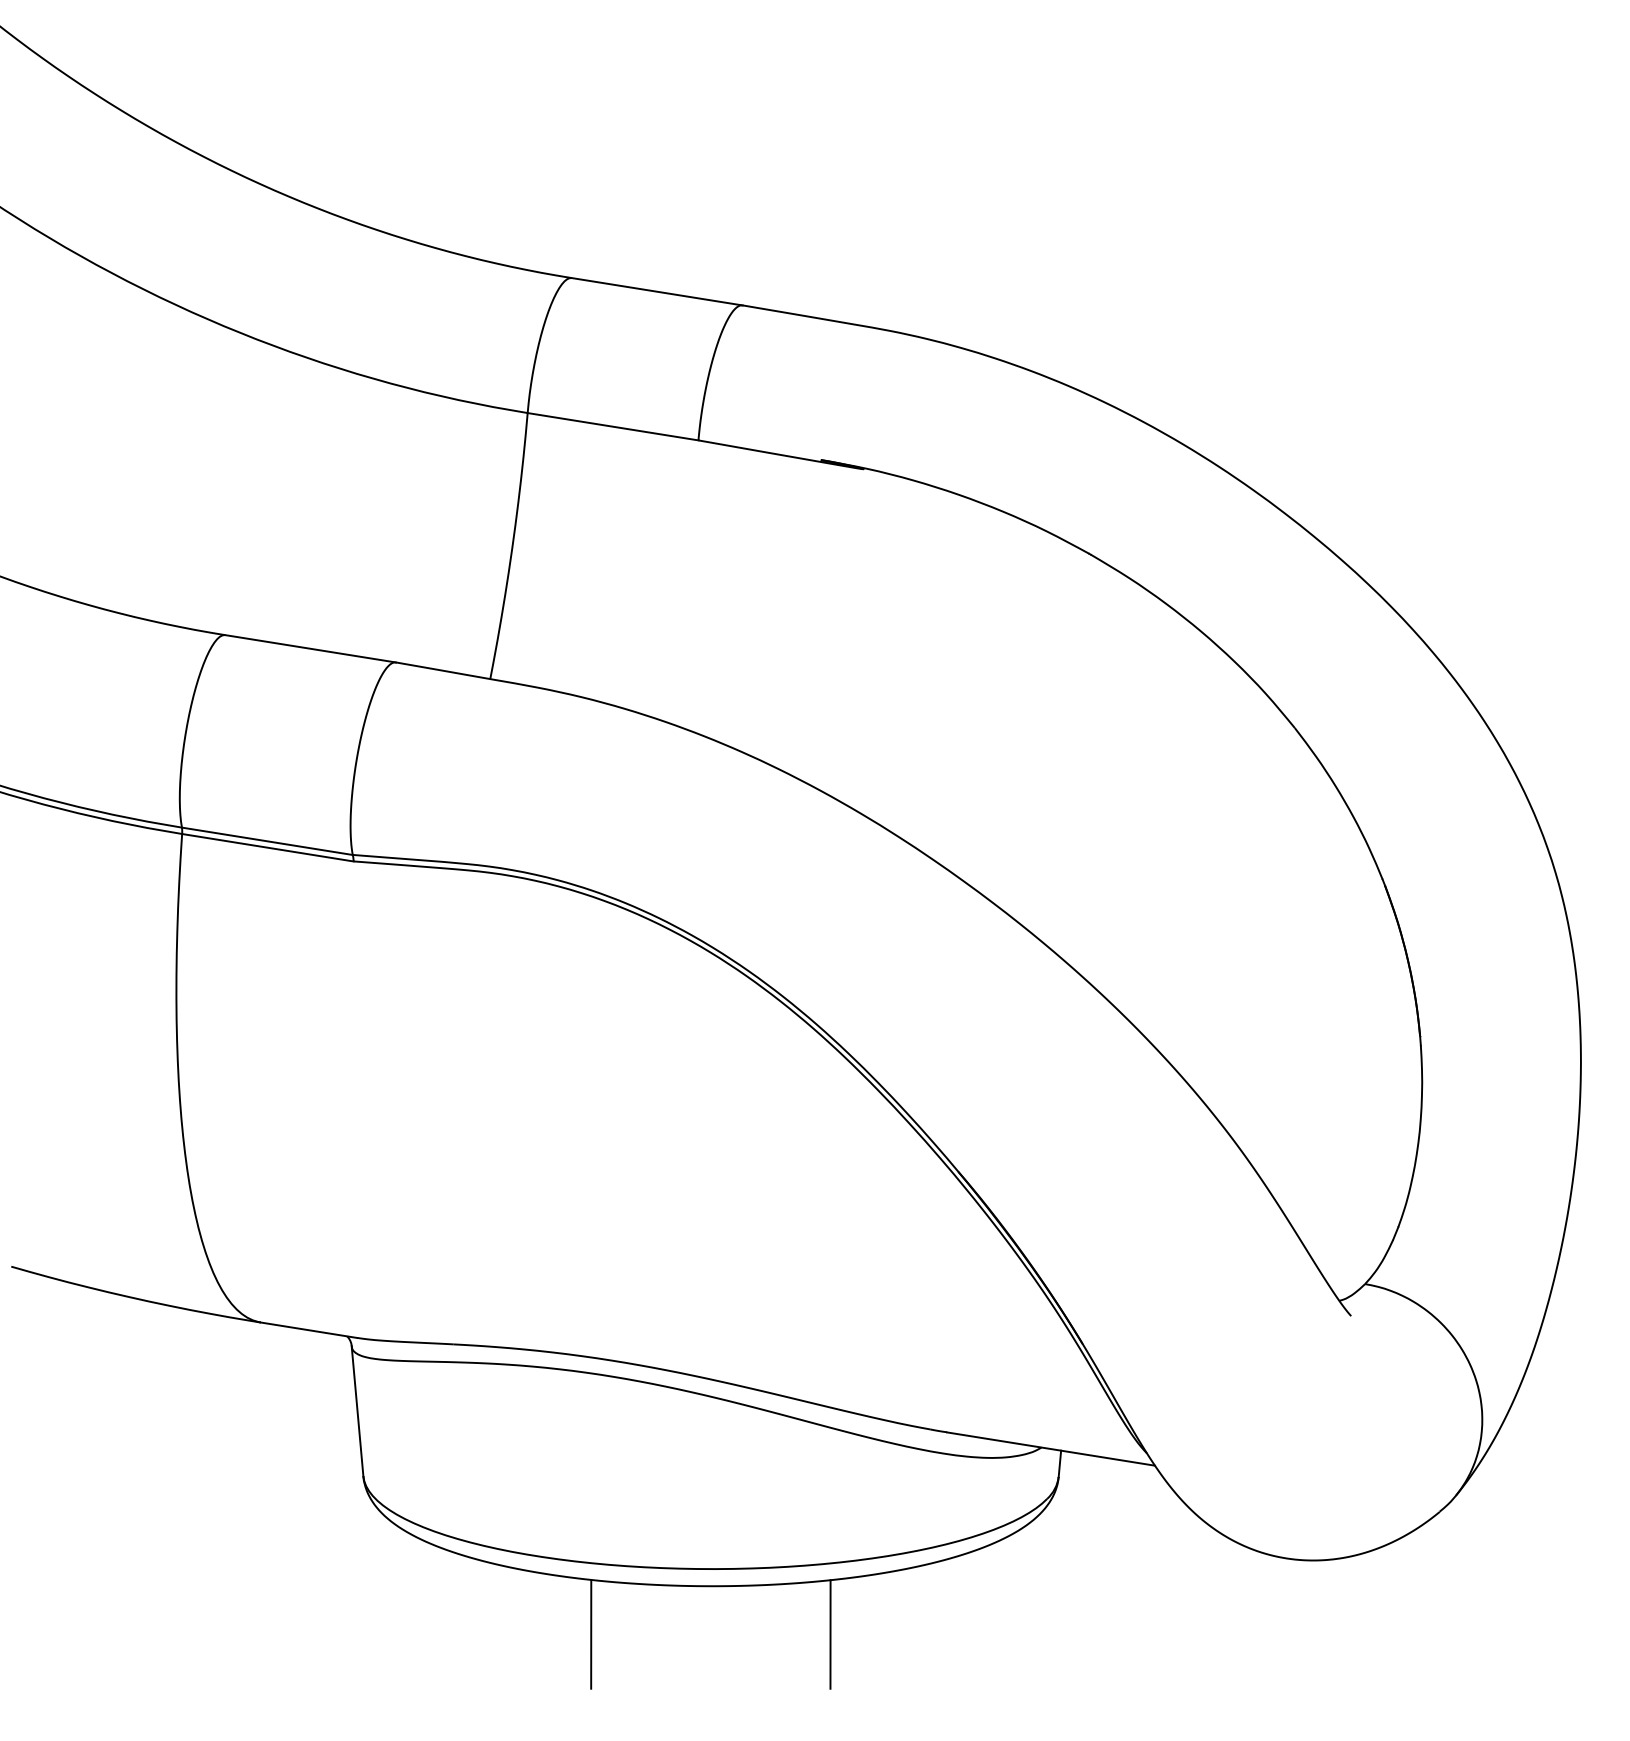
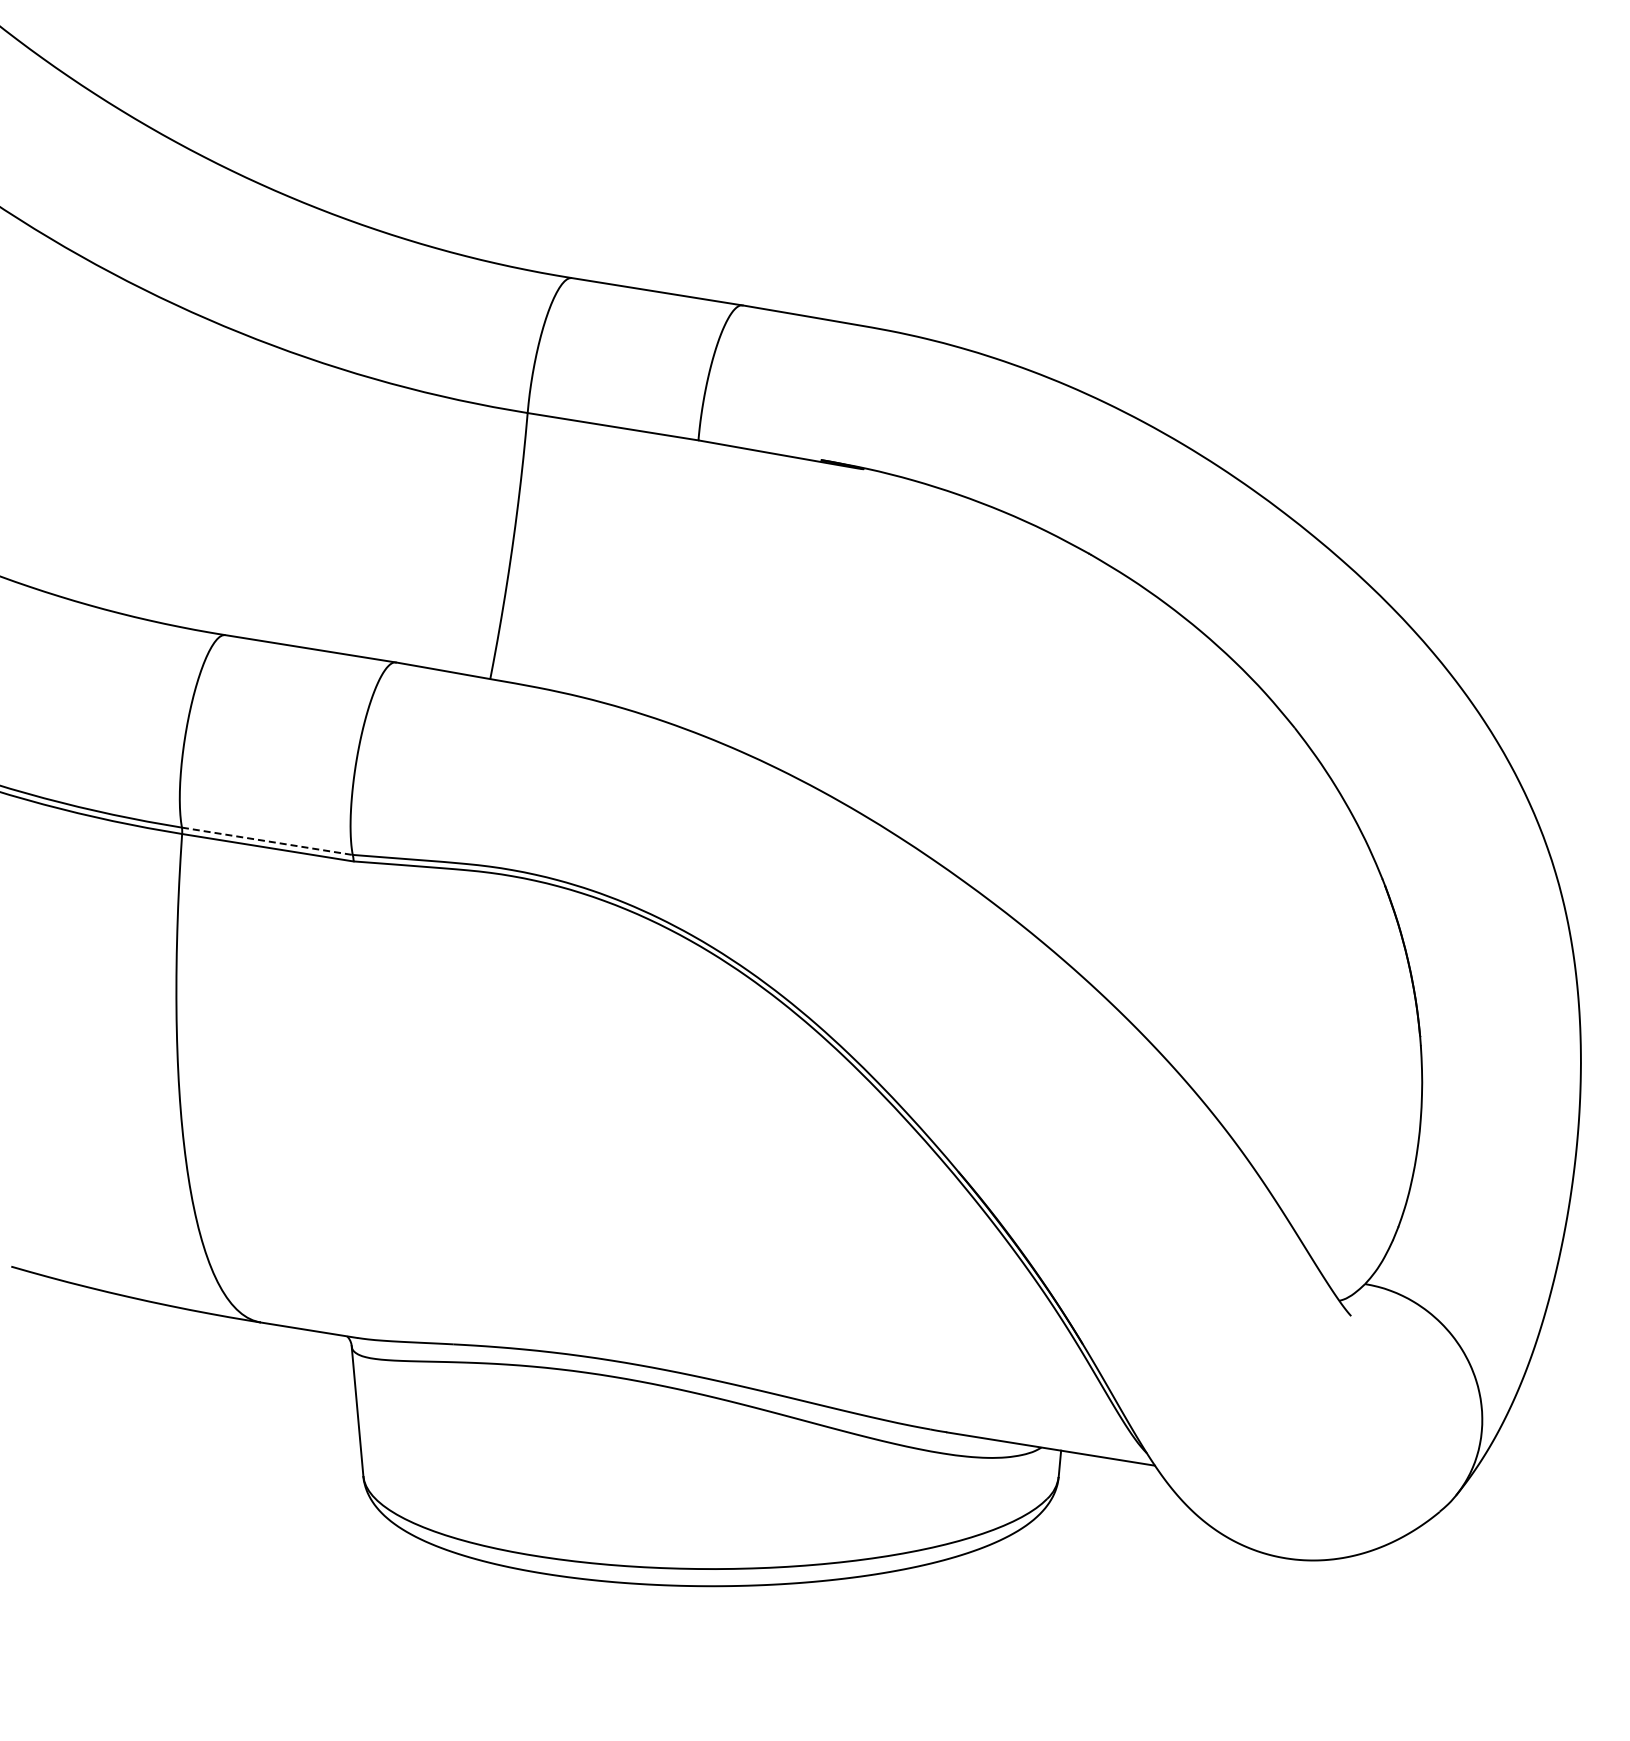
line at (267, 841): solid -> dashed
line at (591, 1633): present -> none
line at (830, 1634): present -> none
